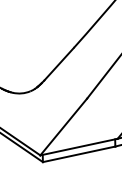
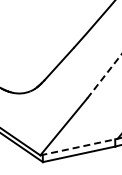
line at (104, 76): solid -> dashed
line at (79, 147): solid -> dashed
